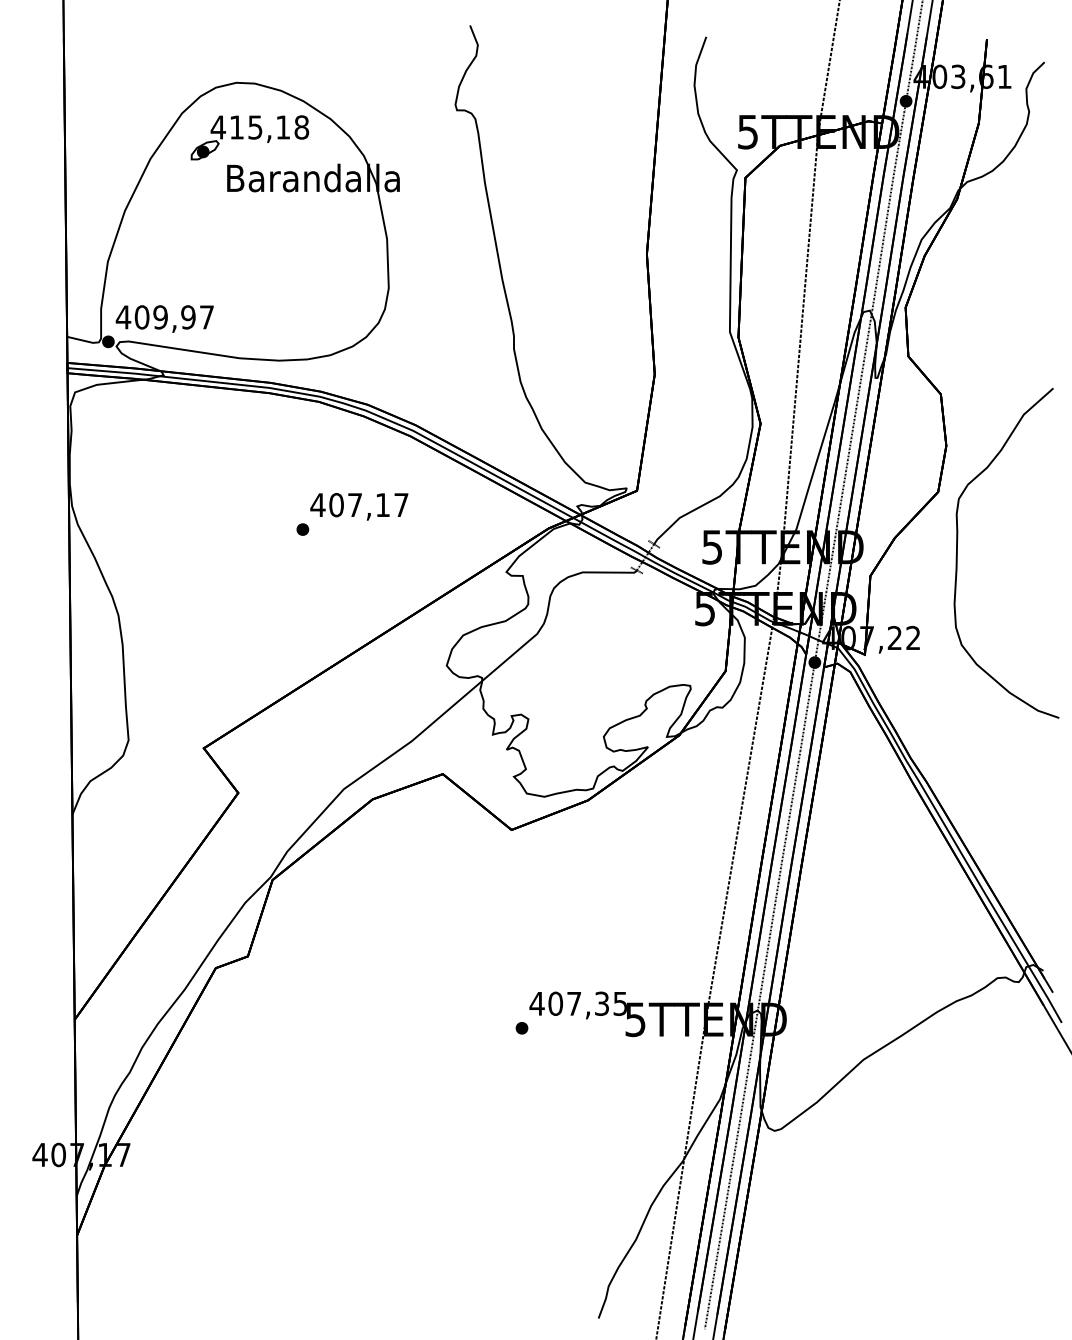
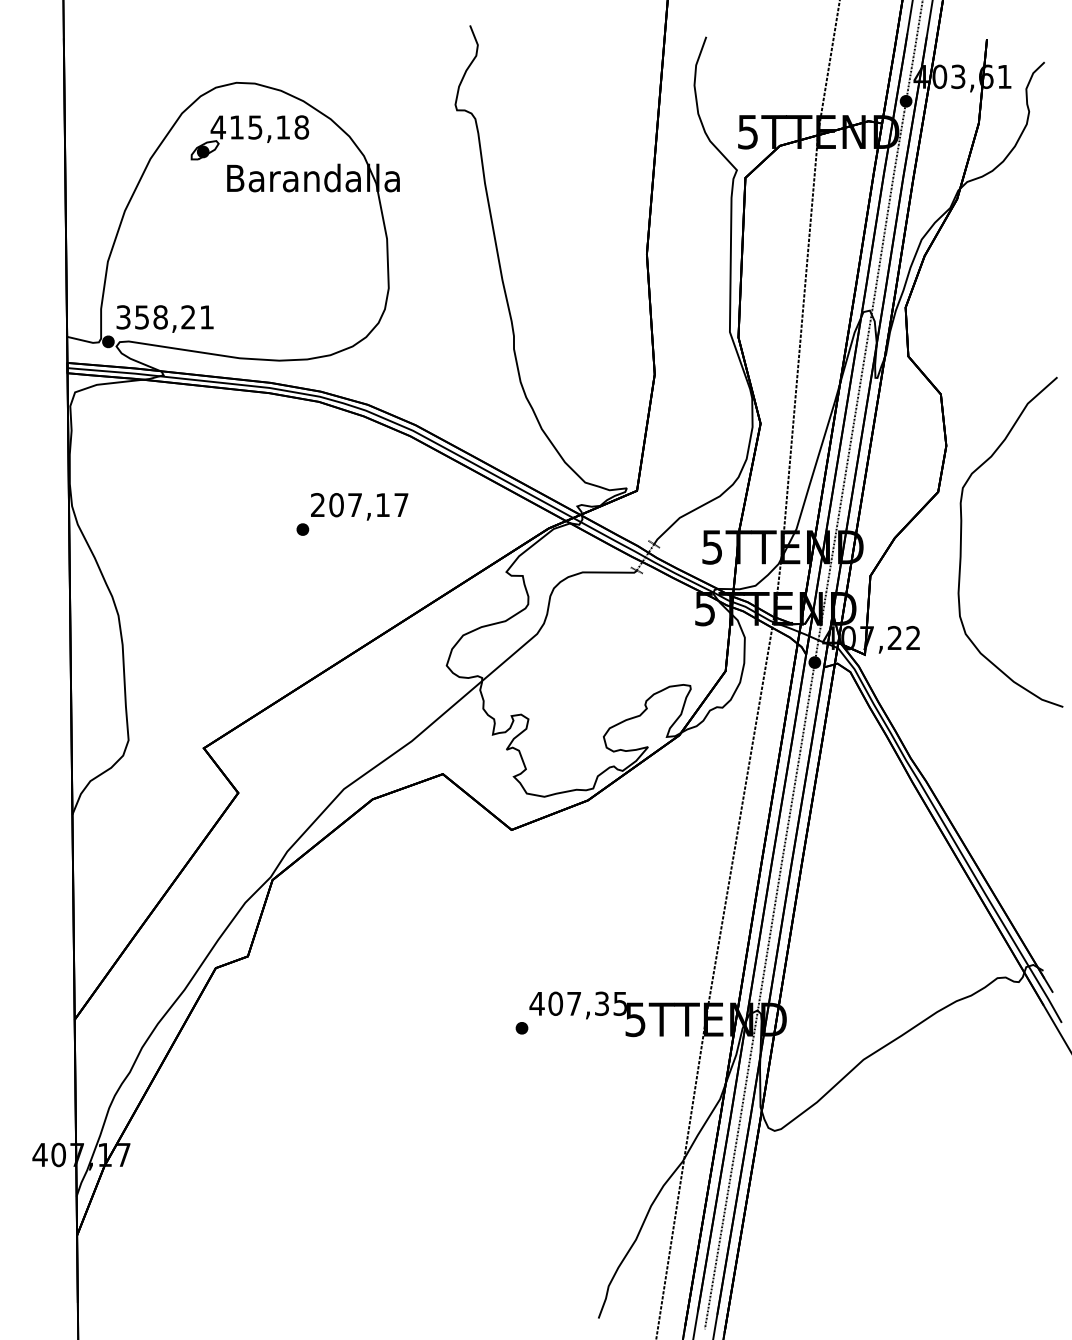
text at (164, 317): 409,97 -> 358,21
text at (317, 504): 407,17 -> 207,17
curve at (957, 552) position: (957, 552) -> (961, 541)
